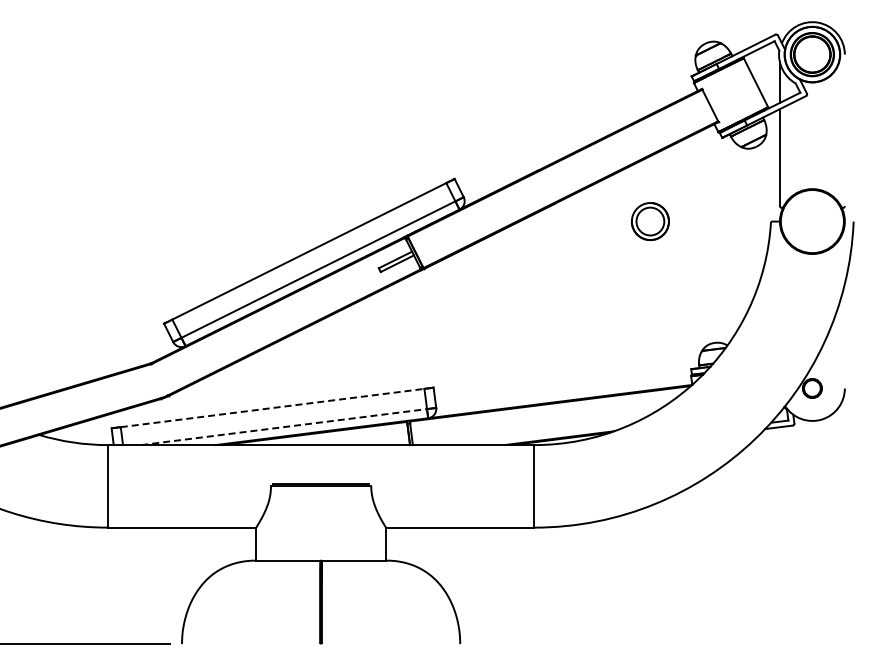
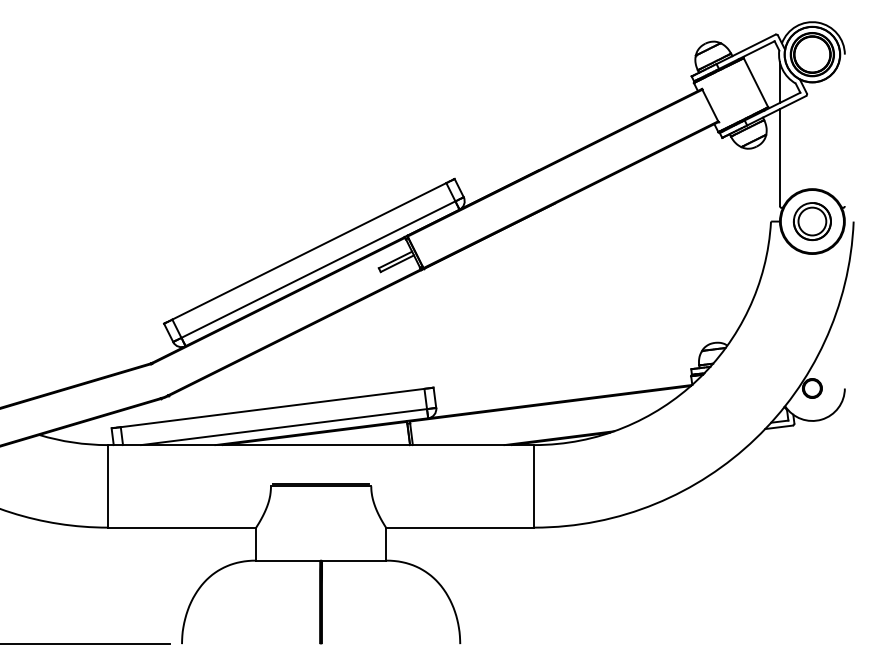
part at (649, 221) position: (649, 221) -> (811, 221)
line at (273, 407): dashed -> solid
line at (284, 427): dashed -> solid
